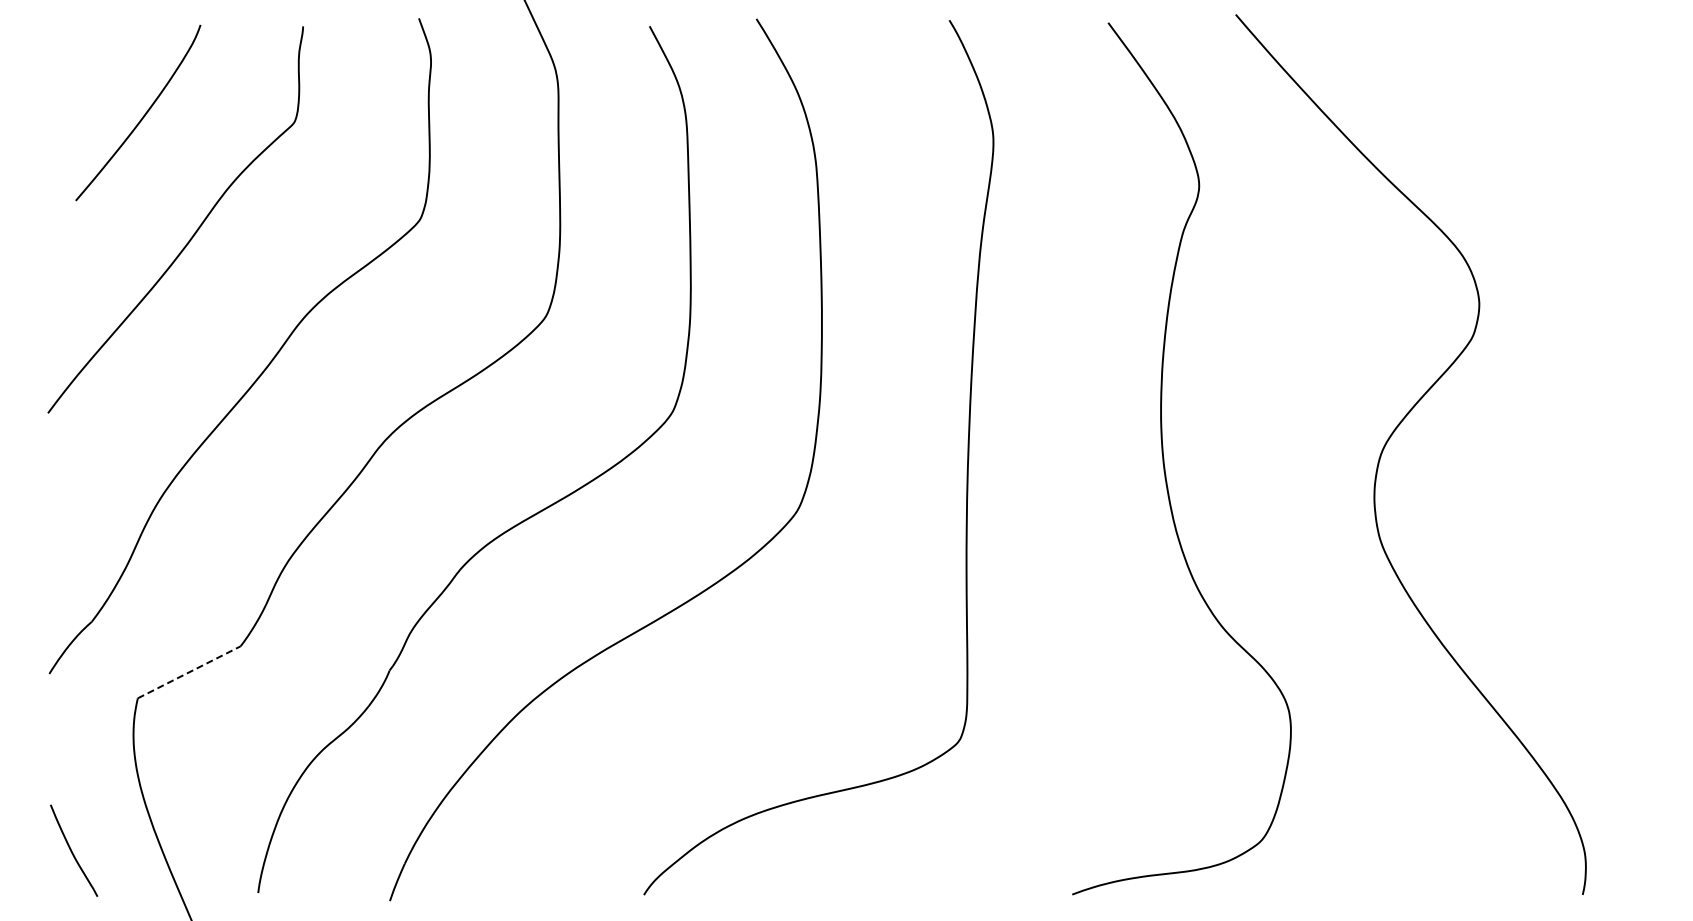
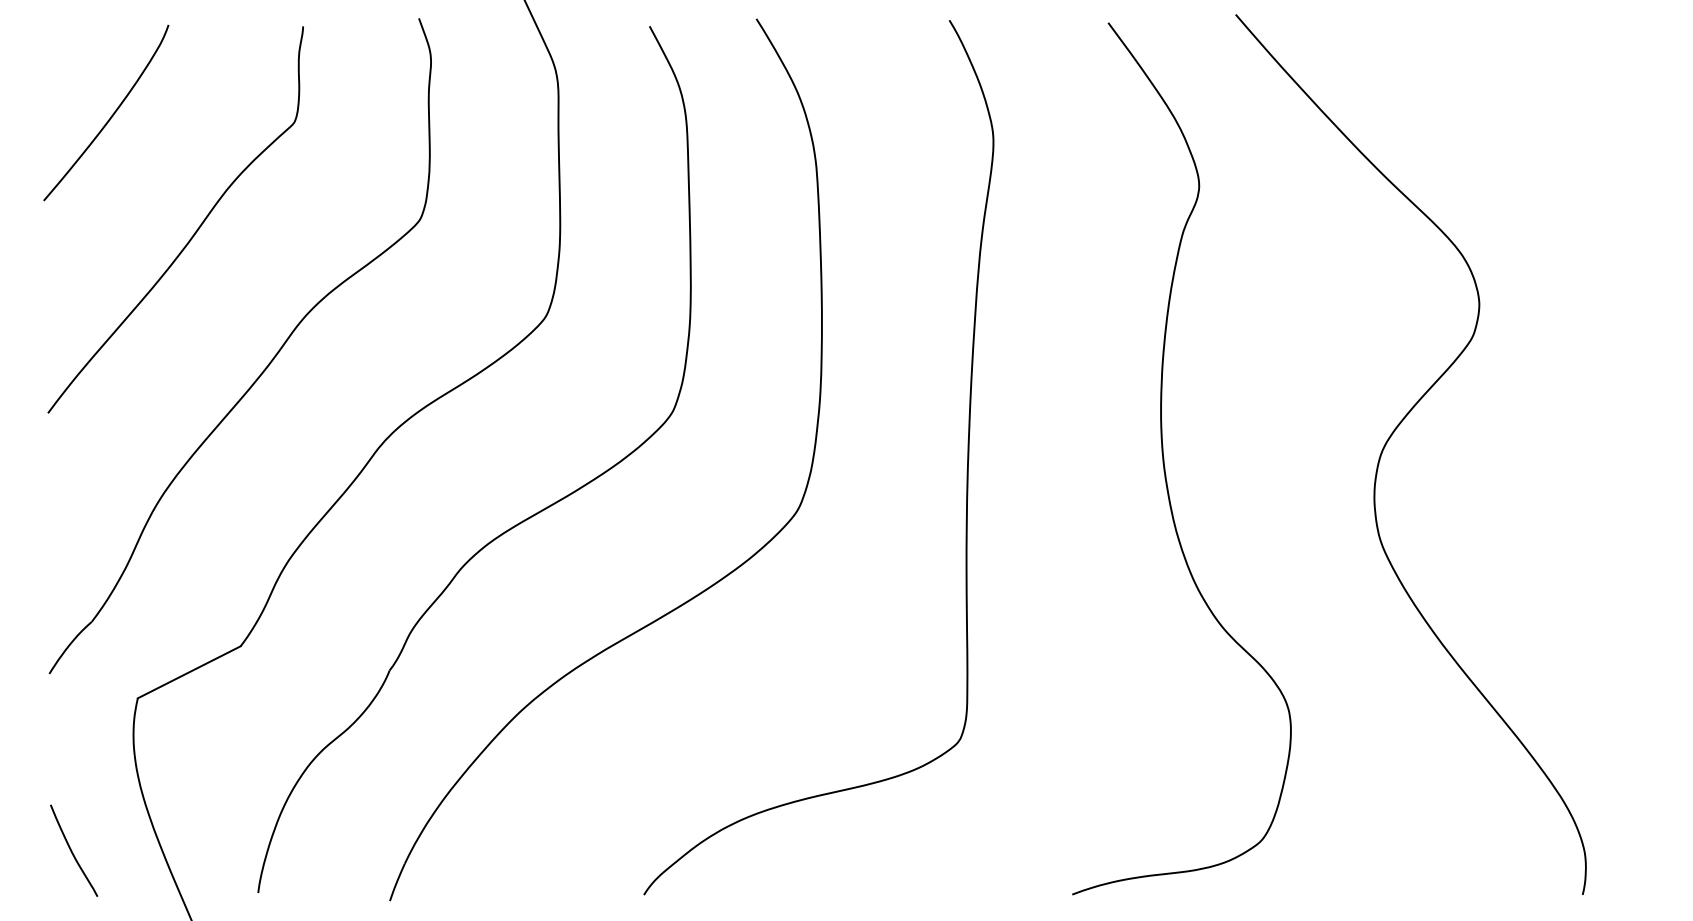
curve at (142, 116) position: (142, 116) -> (110, 116)
line at (189, 672): dashed -> solid
